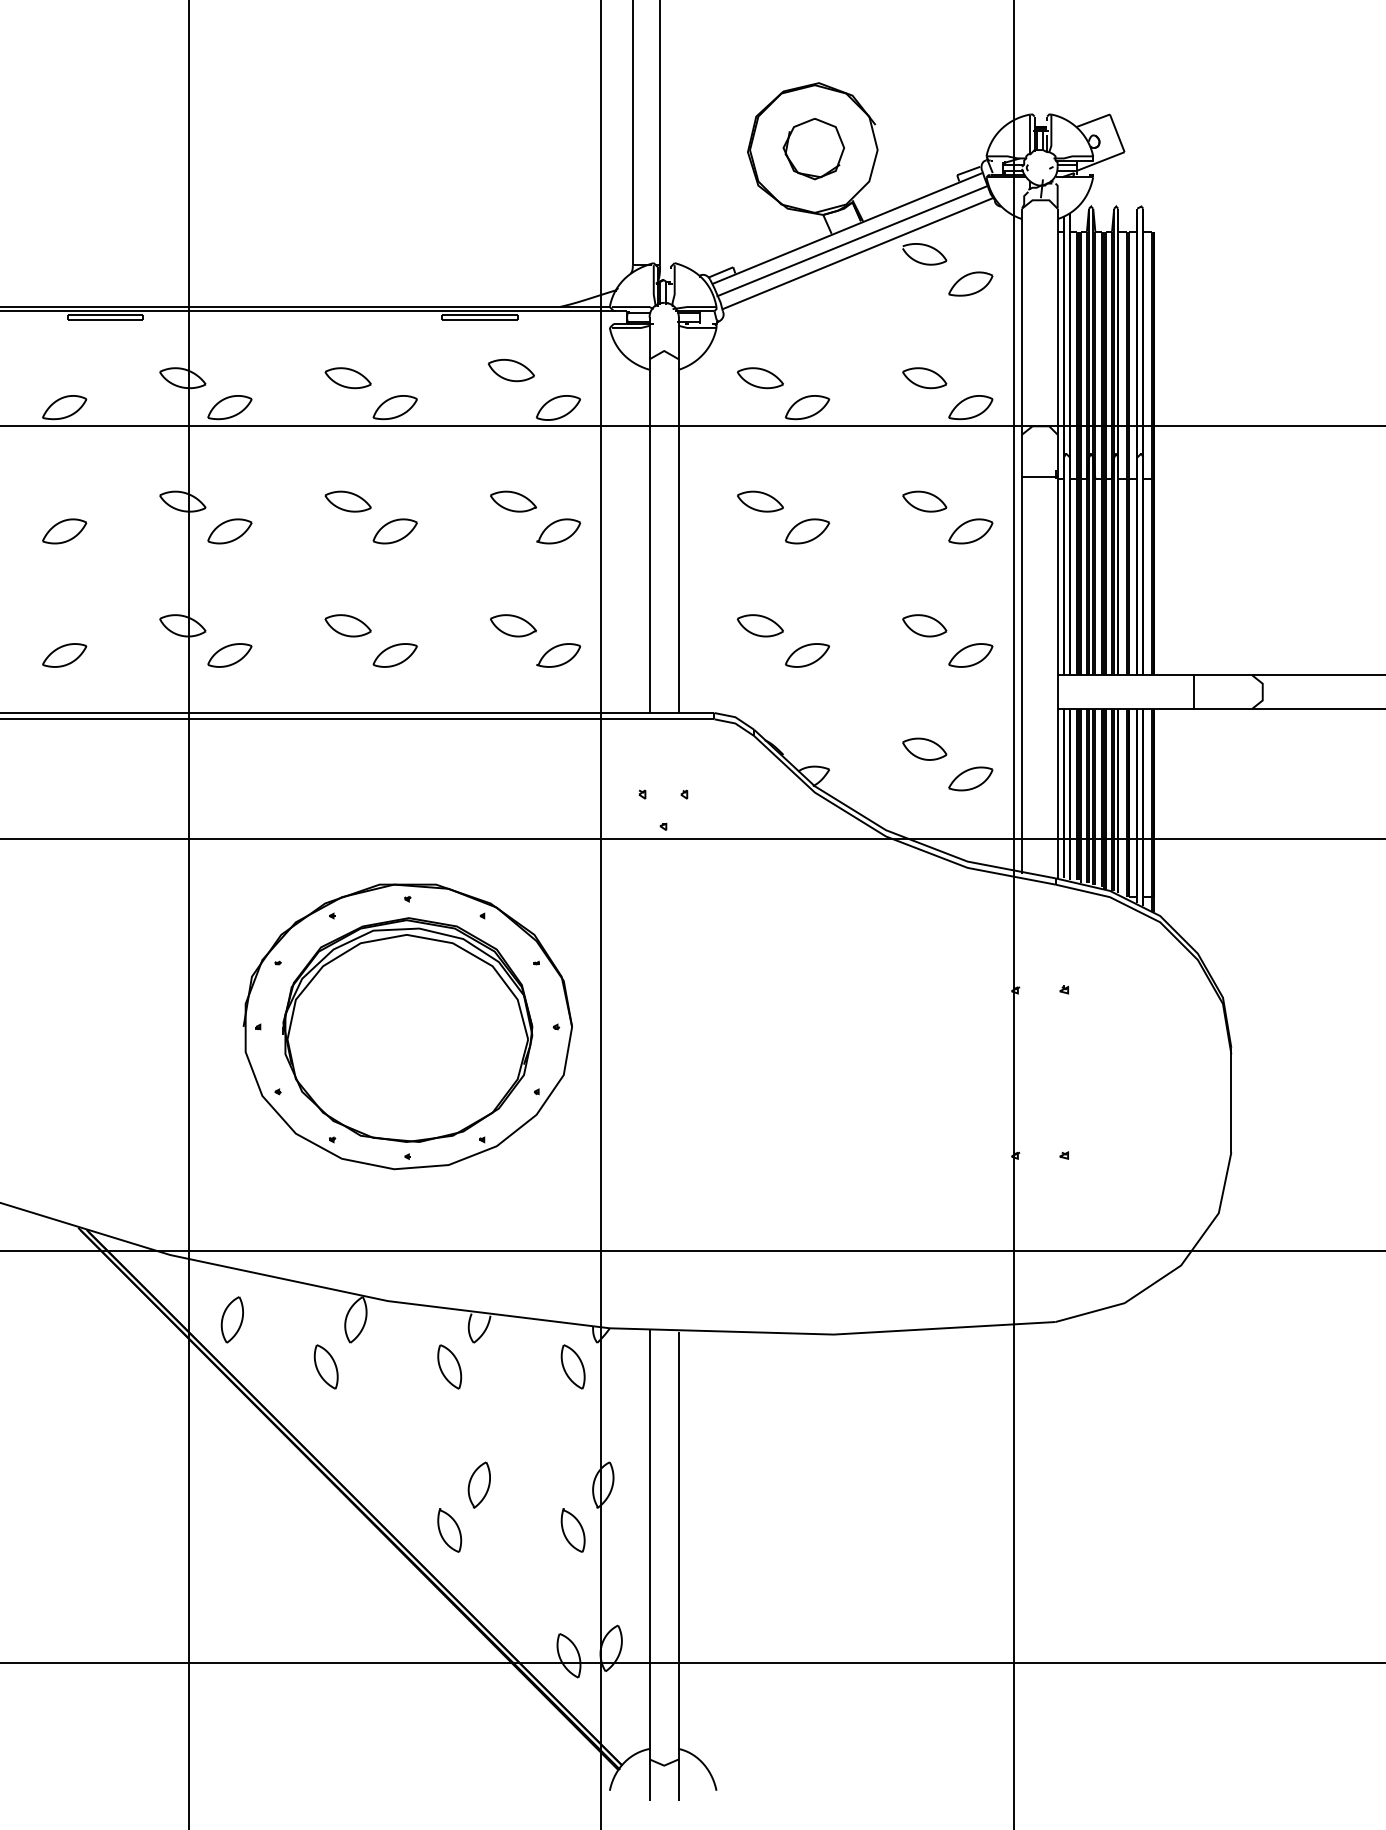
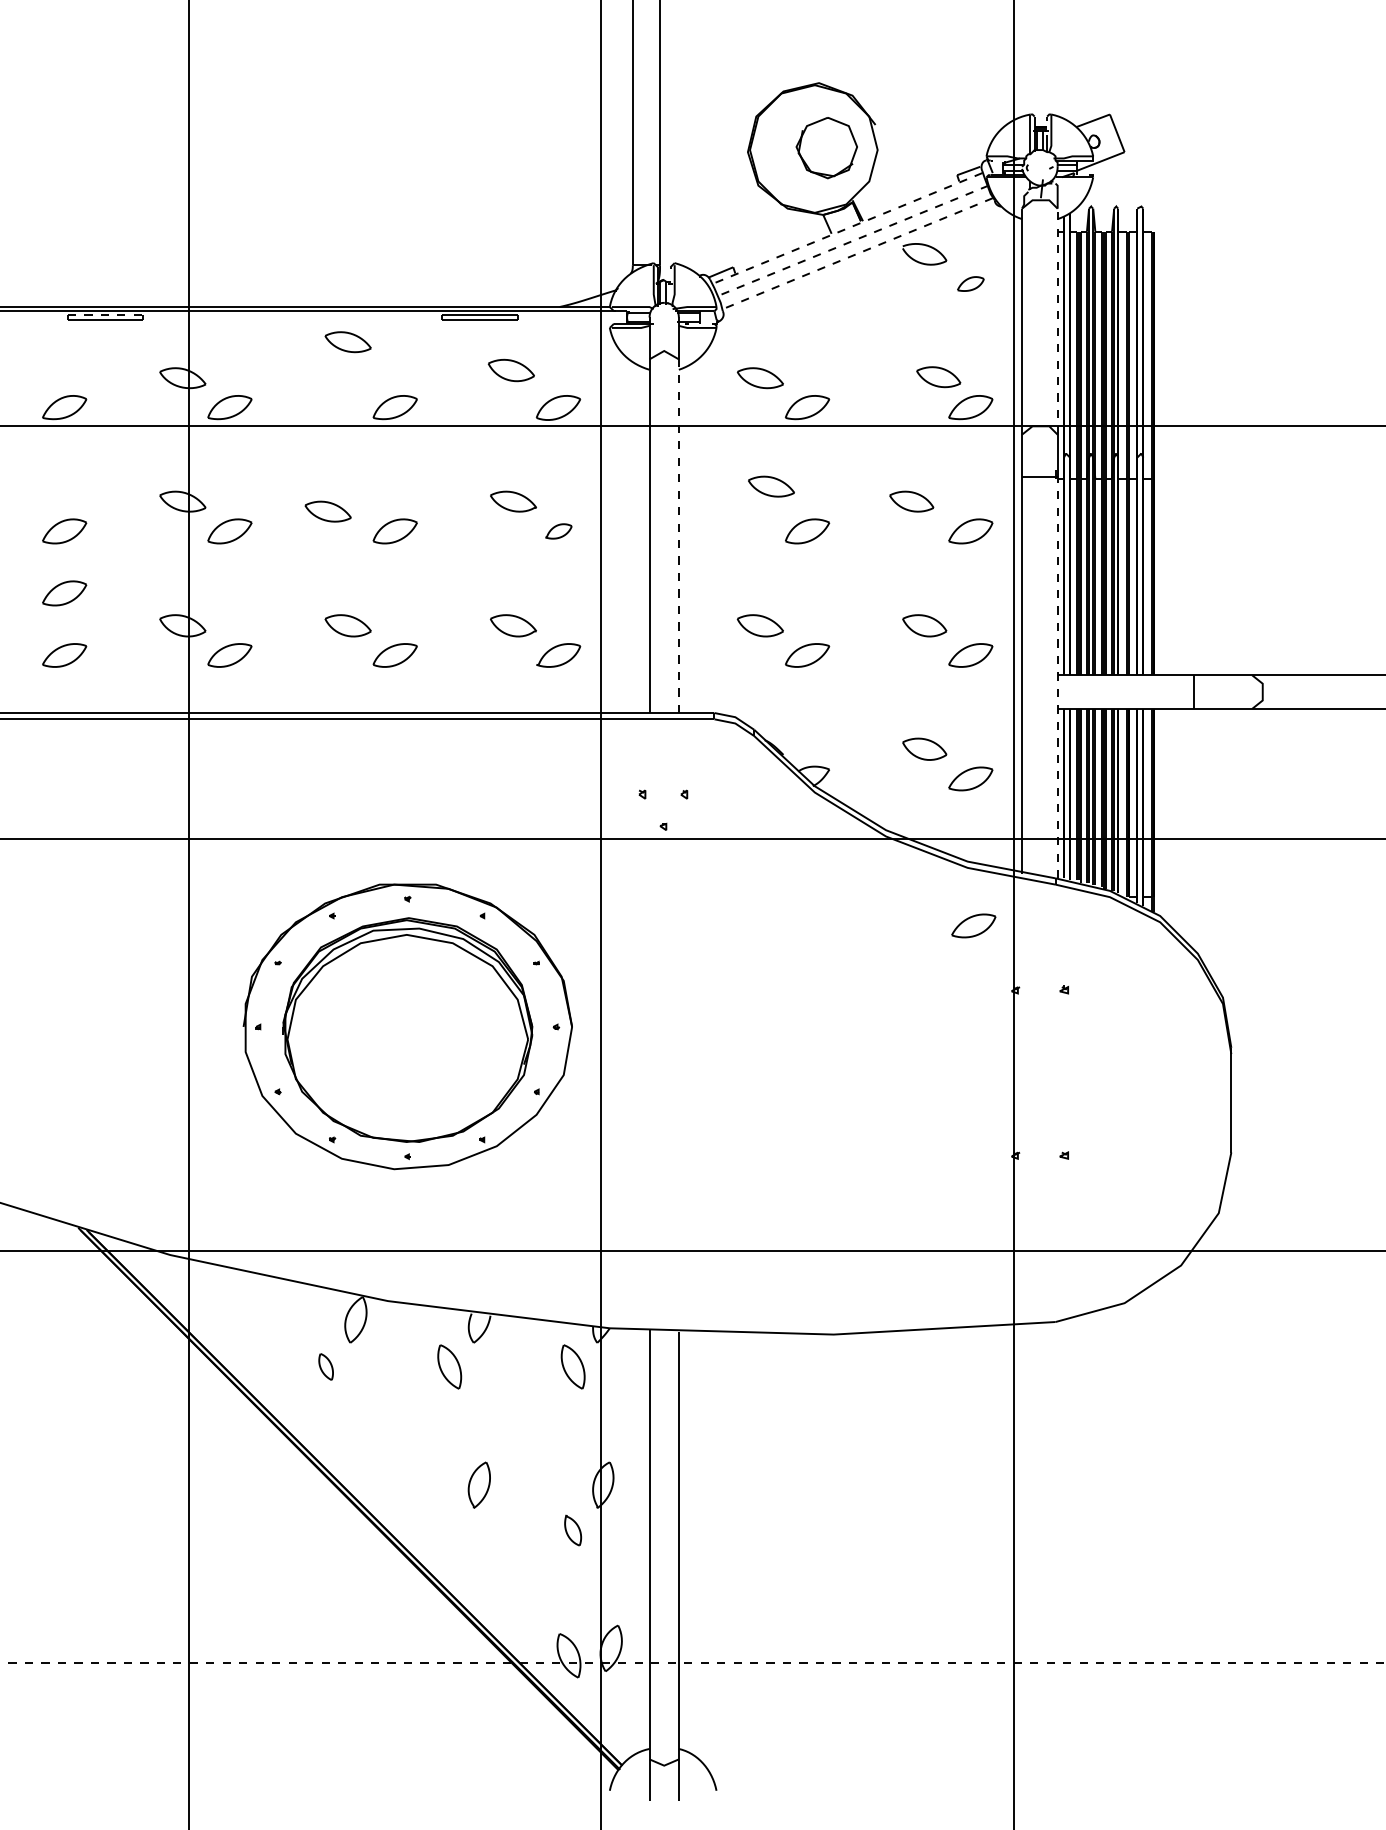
part at (813, 149) position: (813, 149) -> (826, 148)
line at (847, 228): solid -> dashed
line at (852, 241): solid -> dashed
line at (857, 253): solid -> dashed
part at (970, 283) size: 46x26 px -> 28x16 px
line at (105, 315): solid -> dashed
line at (1057, 321): solid -> dashed
part at (347, 378) position: (347, 378) -> (347, 342)
part at (924, 378) position: (924, 378) -> (938, 377)
part at (347, 501) position: (347, 501) -> (327, 511)
part at (760, 501) position: (760, 501) -> (771, 486)
part at (924, 501) position: (924, 501) -> (911, 501)
part at (558, 531) size: 46x27 px -> 28x17 px
line at (678, 536): solid -> dashed
part at (64, 593): none -> present
line at (1057, 677): solid -> dashed
part at (973, 925): none -> present
part at (231, 1319): present -> none
part at (325, 1366) size: 26x46 px -> 16x28 px
part at (449, 1530): present -> none
part at (572, 1530) size: 26x45 px -> 19x33 px
line at (693, 1663): solid -> dashed
